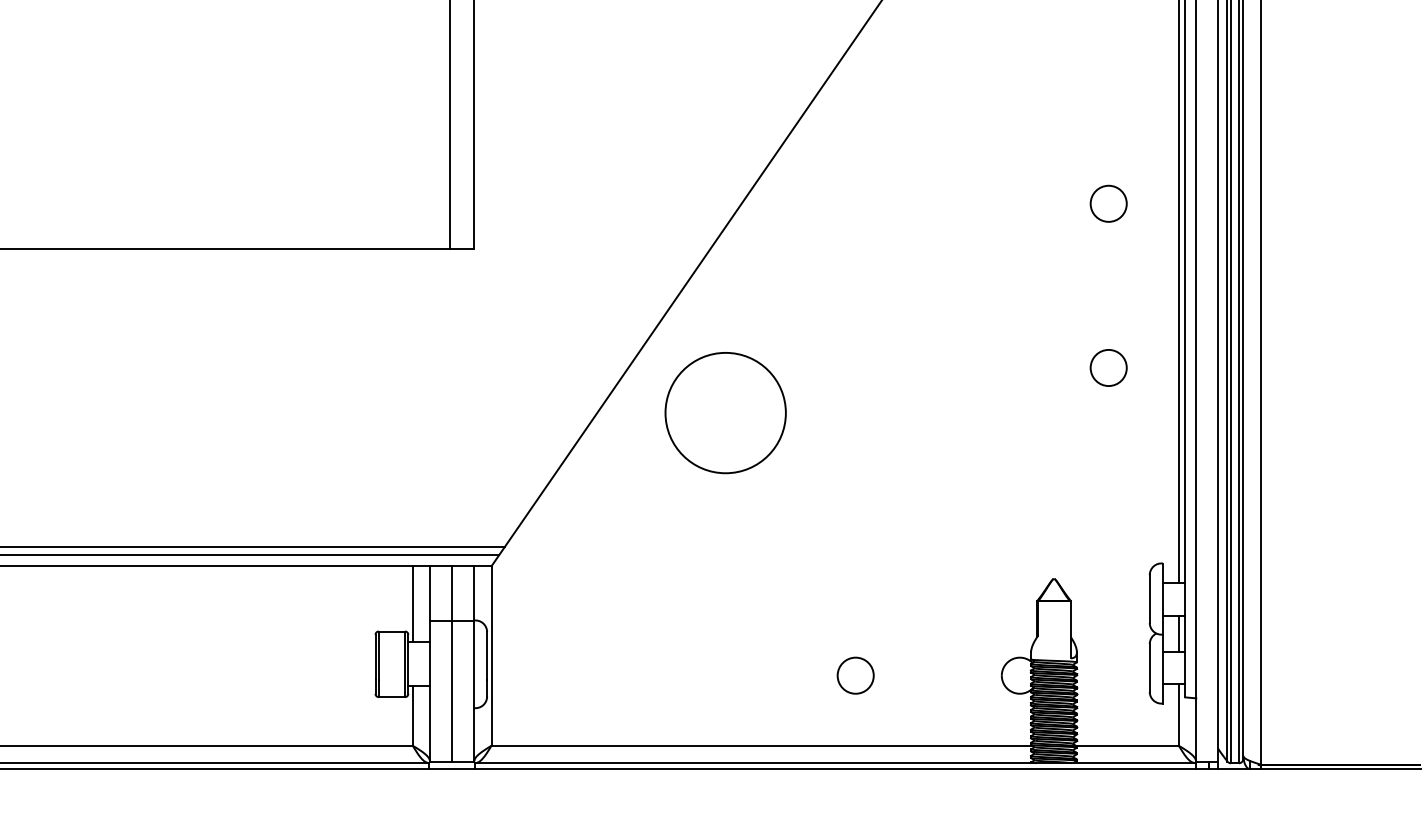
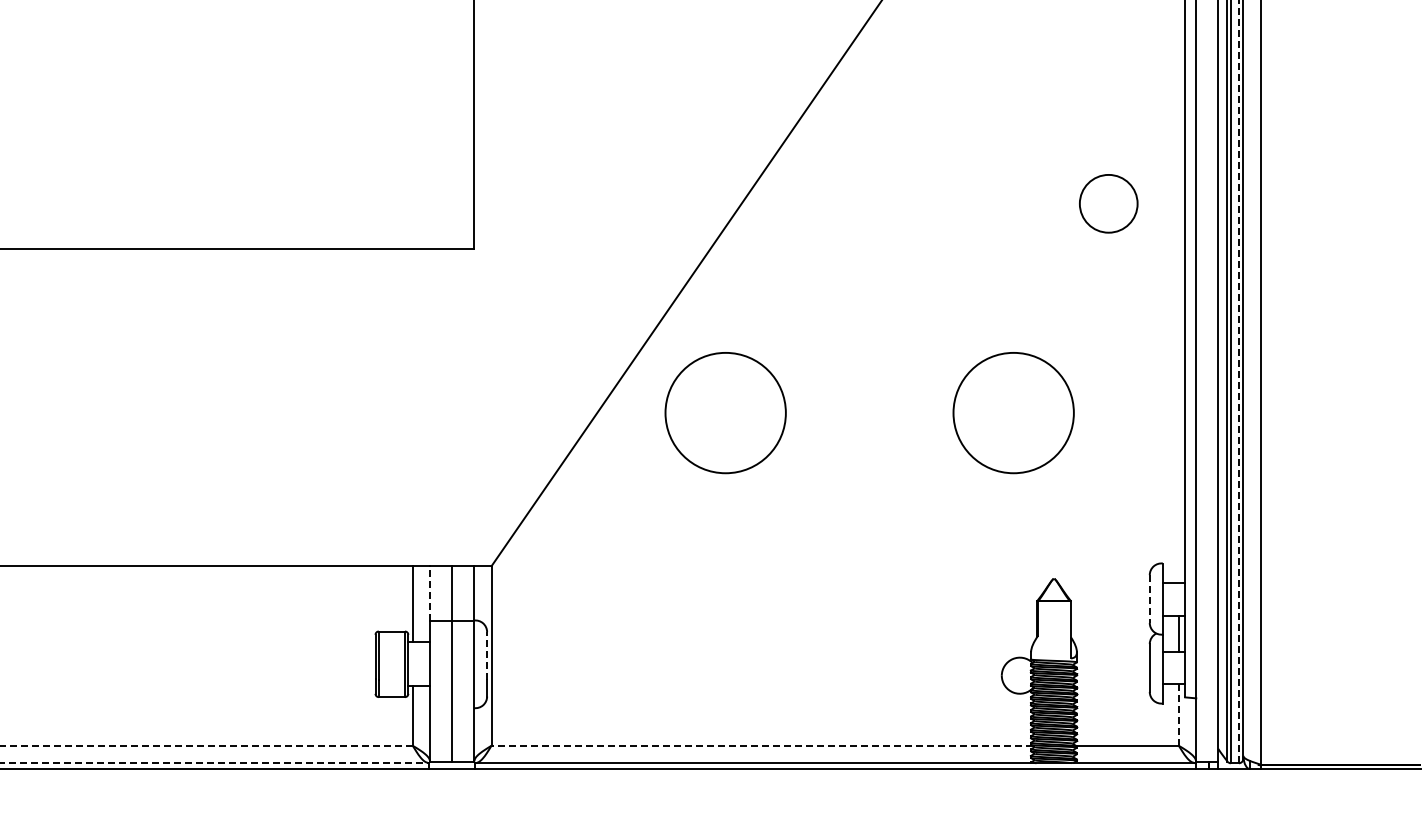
line at (449, 125): present -> none
circle at (1108, 203) diameter: 36 px -> 58 px
line at (1178, 292): present -> none
circle at (1108, 367): present -> none
line at (1238, 381): solid -> dashed
circle at (1013, 413): none -> present
line at (253, 546): present -> none
line at (250, 555): present -> none
line at (430, 593): solid -> dashed
line at (1149, 599): solid -> dashed
line at (487, 656): solid -> dashed
circle at (855, 675): present -> none
line at (1178, 715): solid -> dashed
line at (206, 745): solid -> dashed
line at (762, 745): solid -> dashed
line at (215, 763): solid -> dashed
